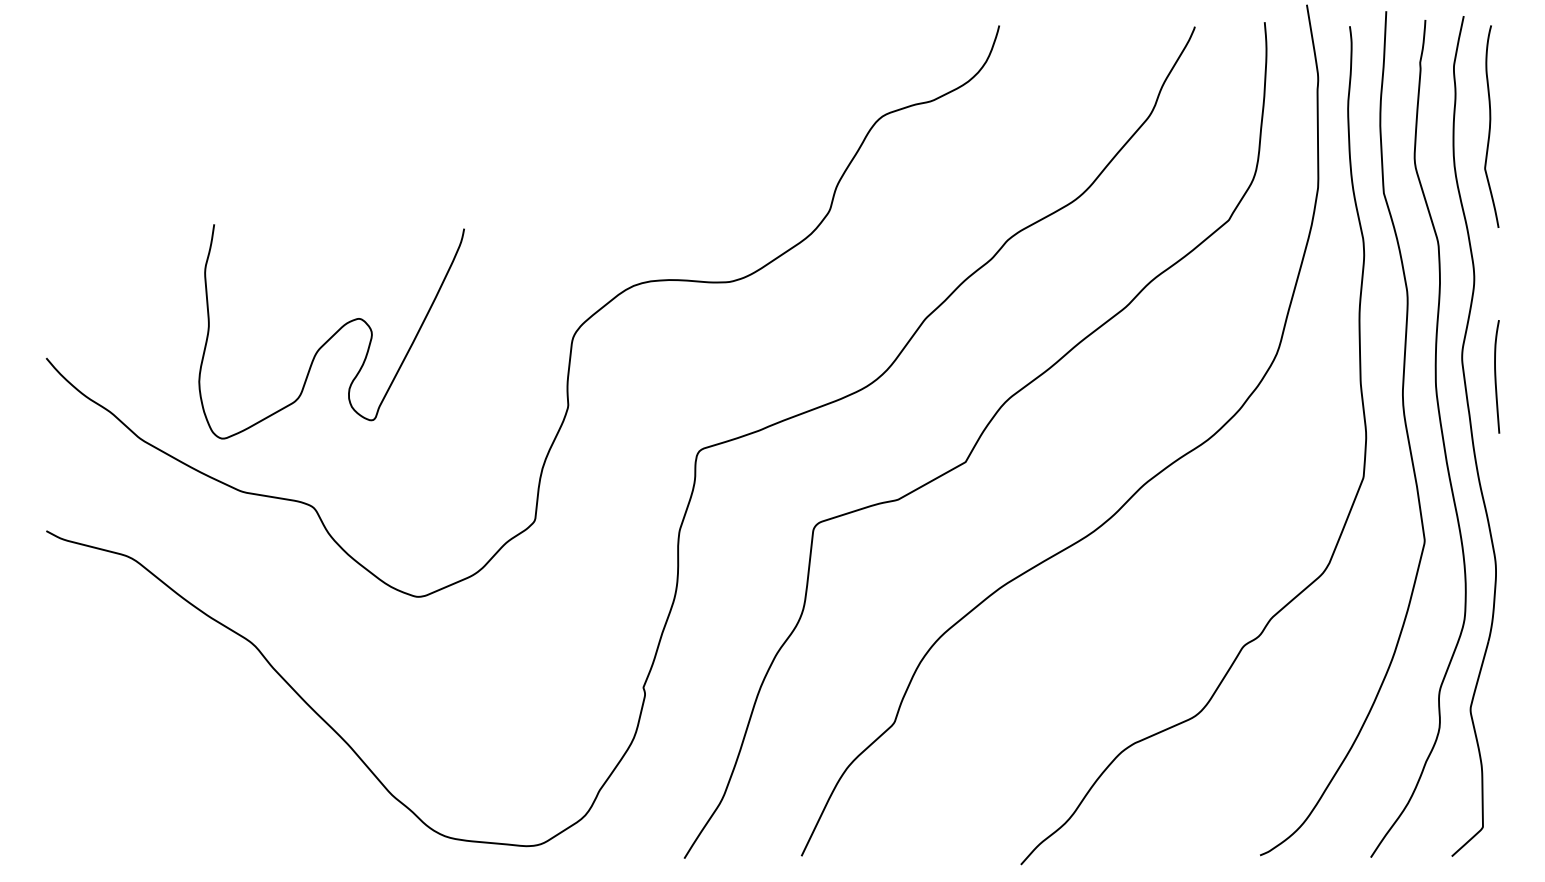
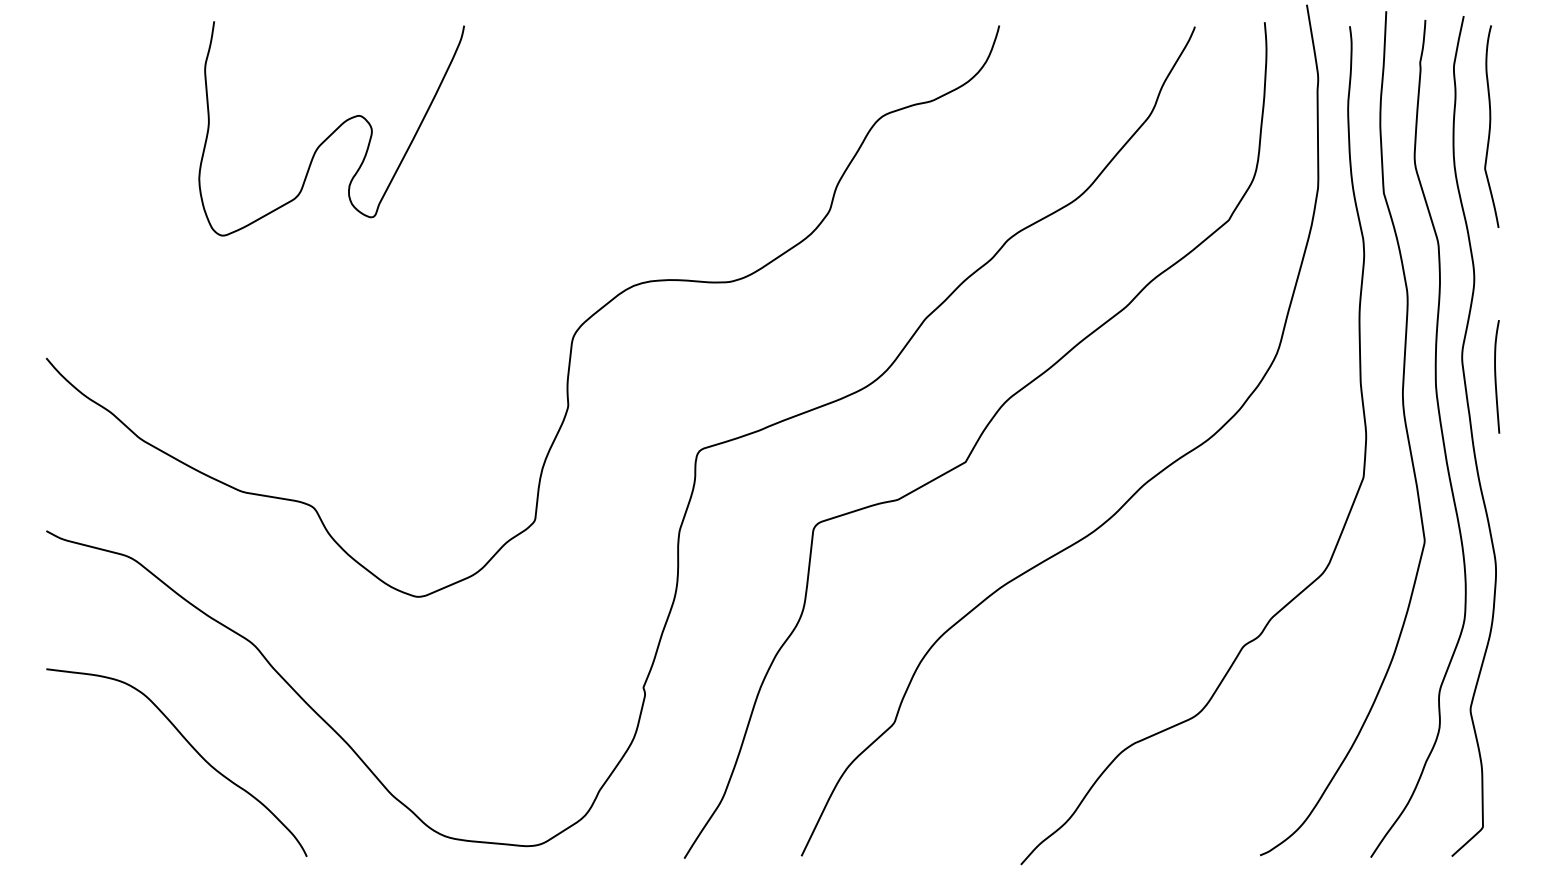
curve at (334, 333) position: (334, 333) -> (334, 130)
curve at (191, 747): none -> present
